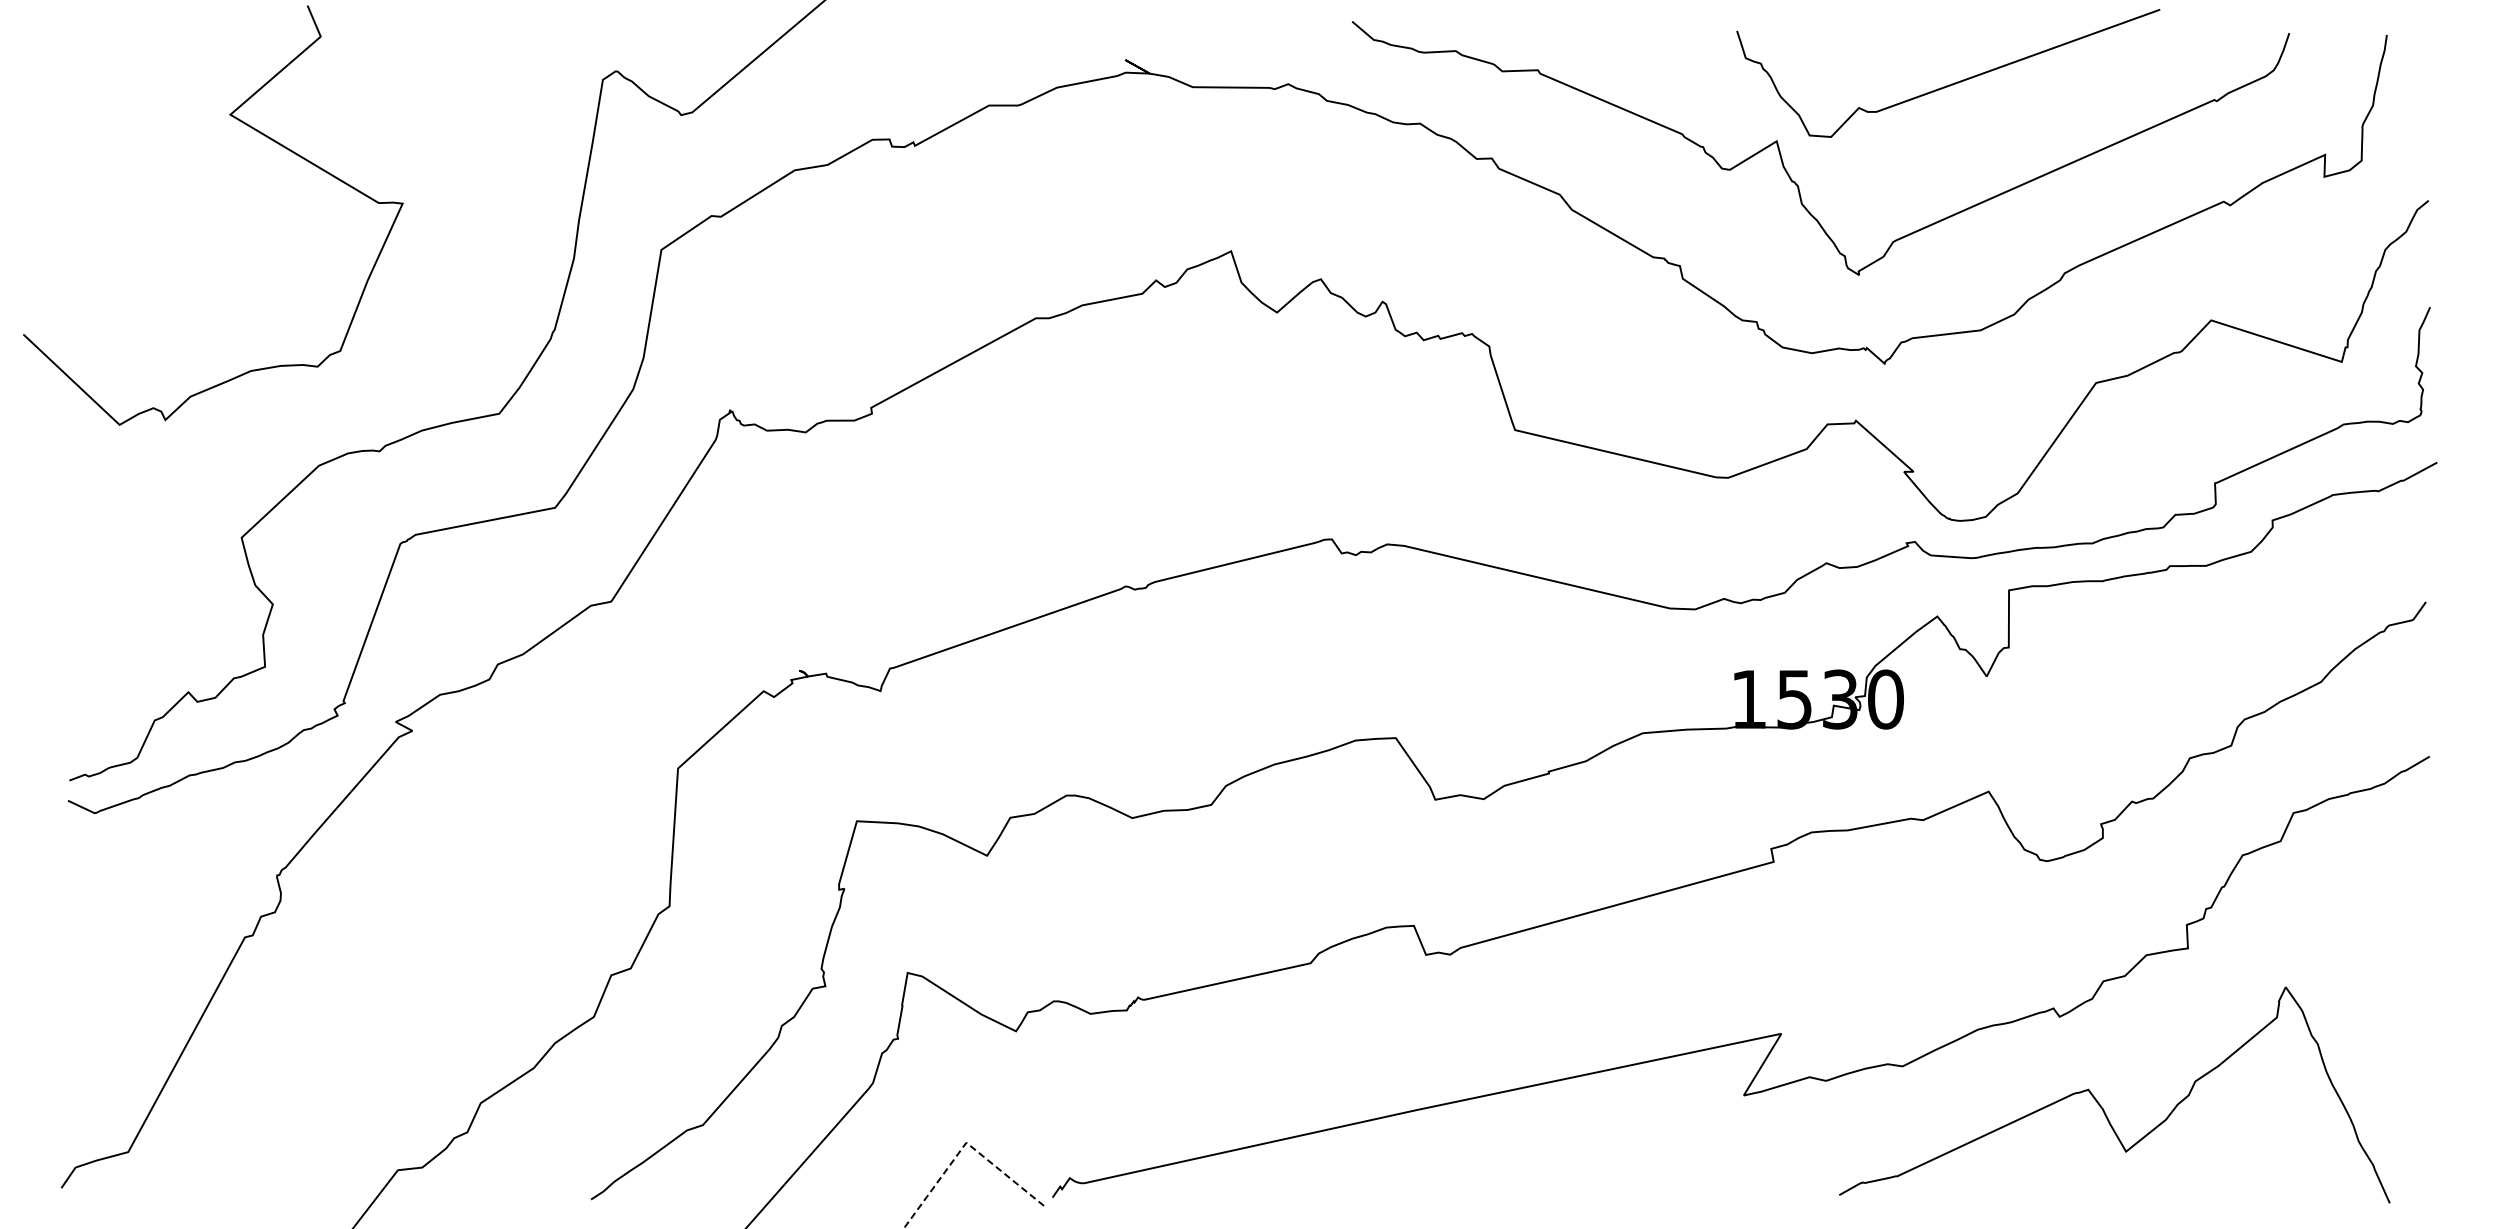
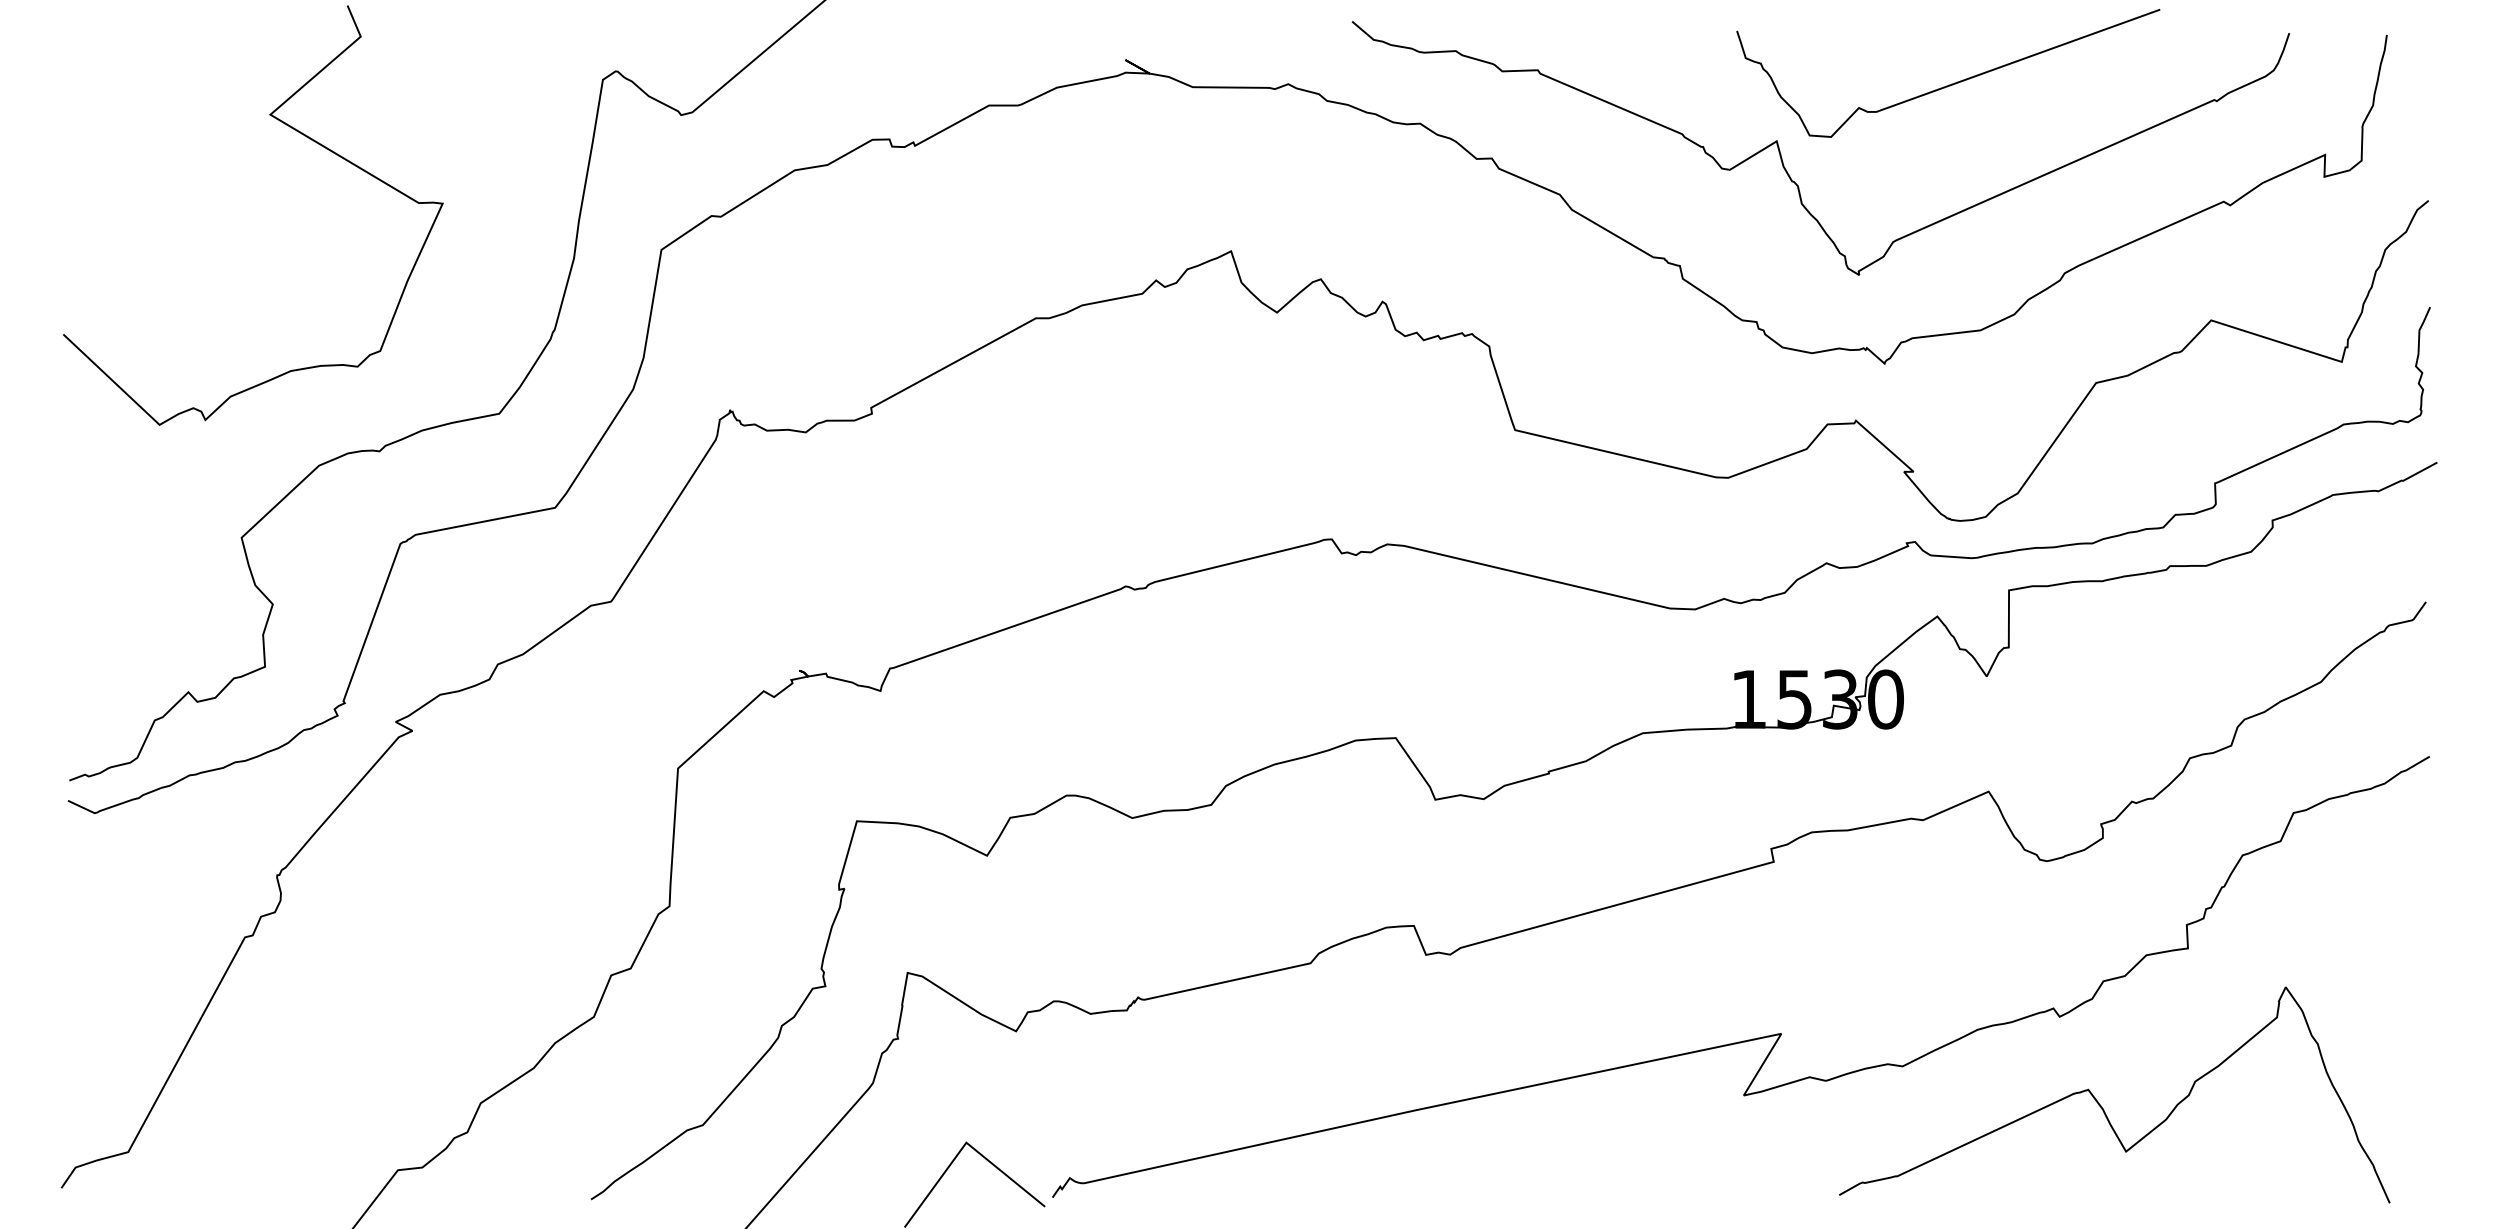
curve at (259, 133) position: (259, 133) -> (299, 133)
line at (965, 1143): dashed -> solid
